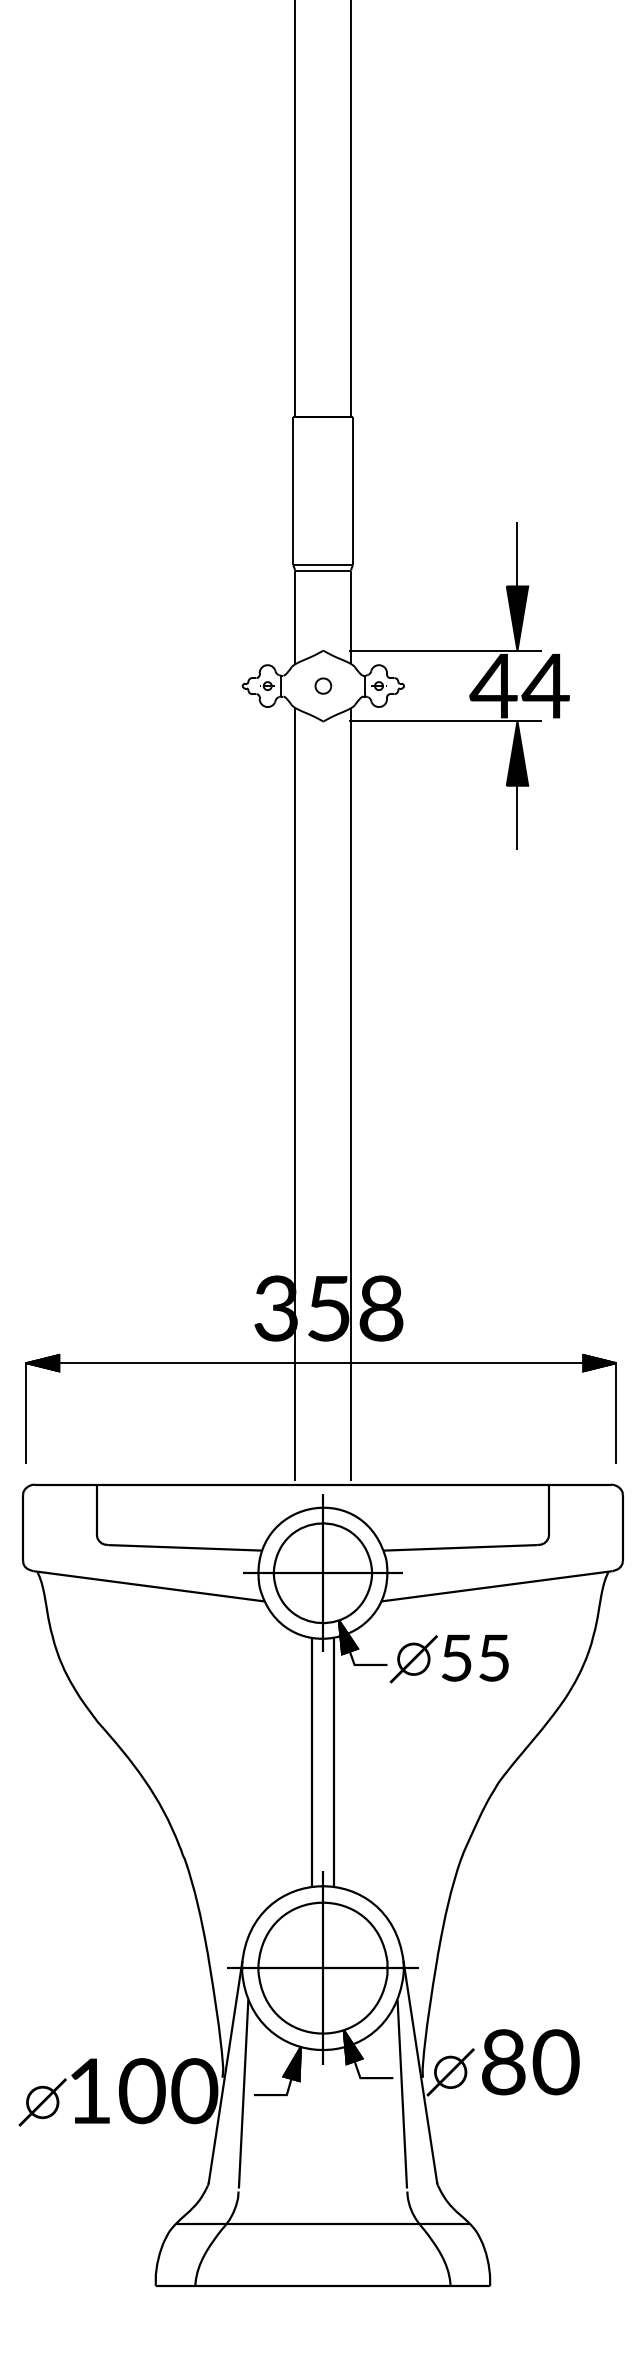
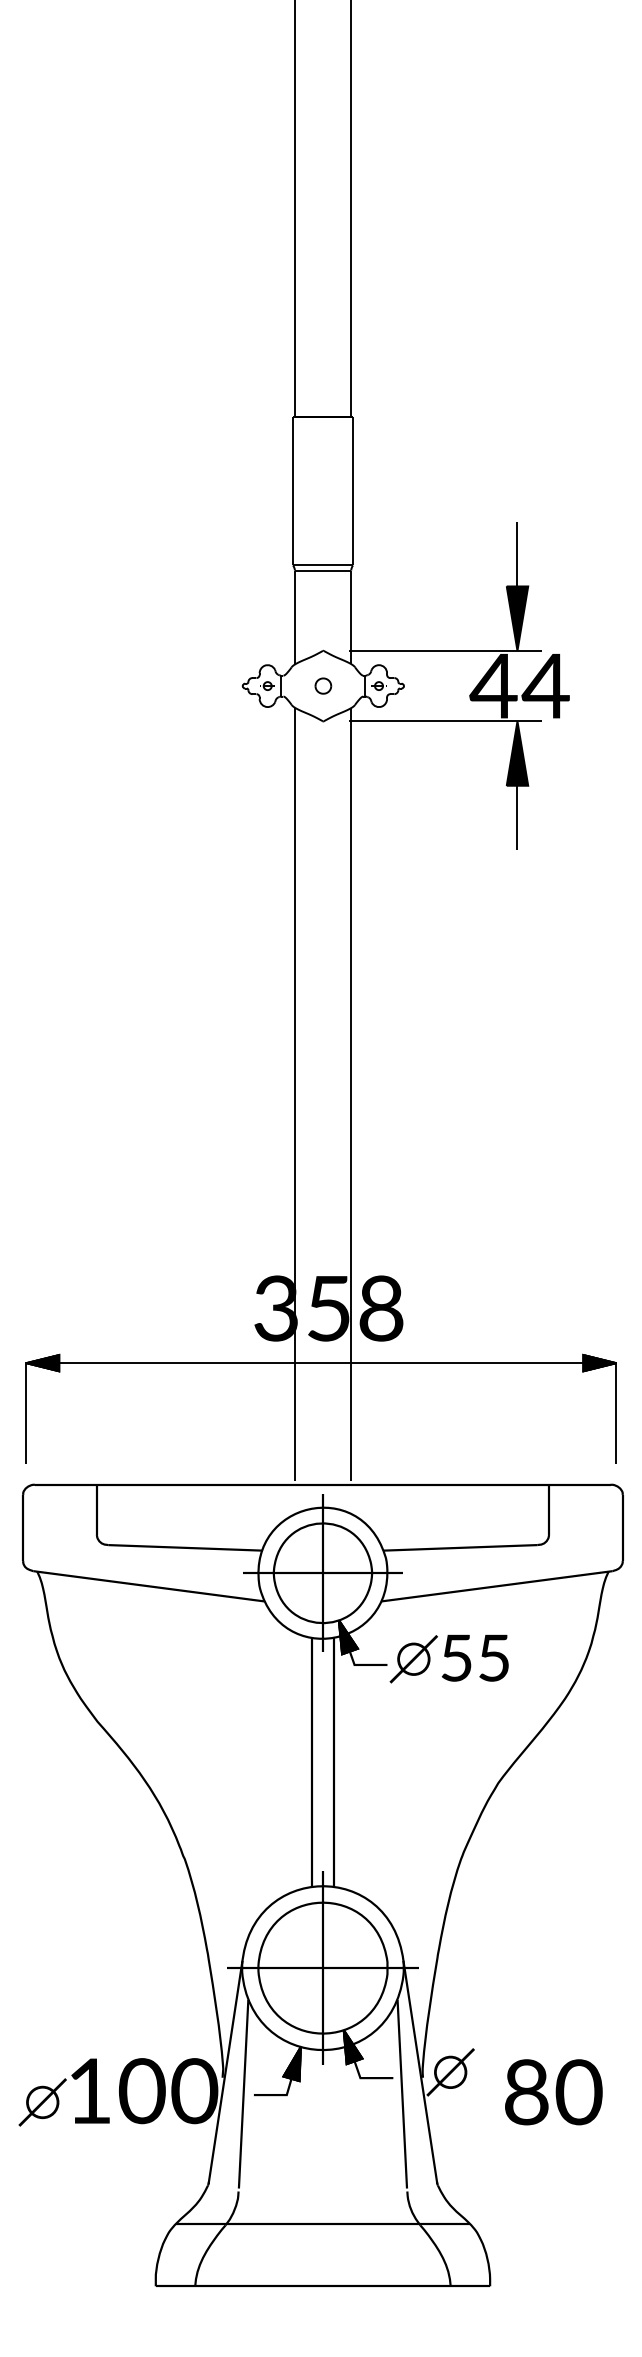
text at (530, 2062) position: (530, 2062) -> (553, 2092)
